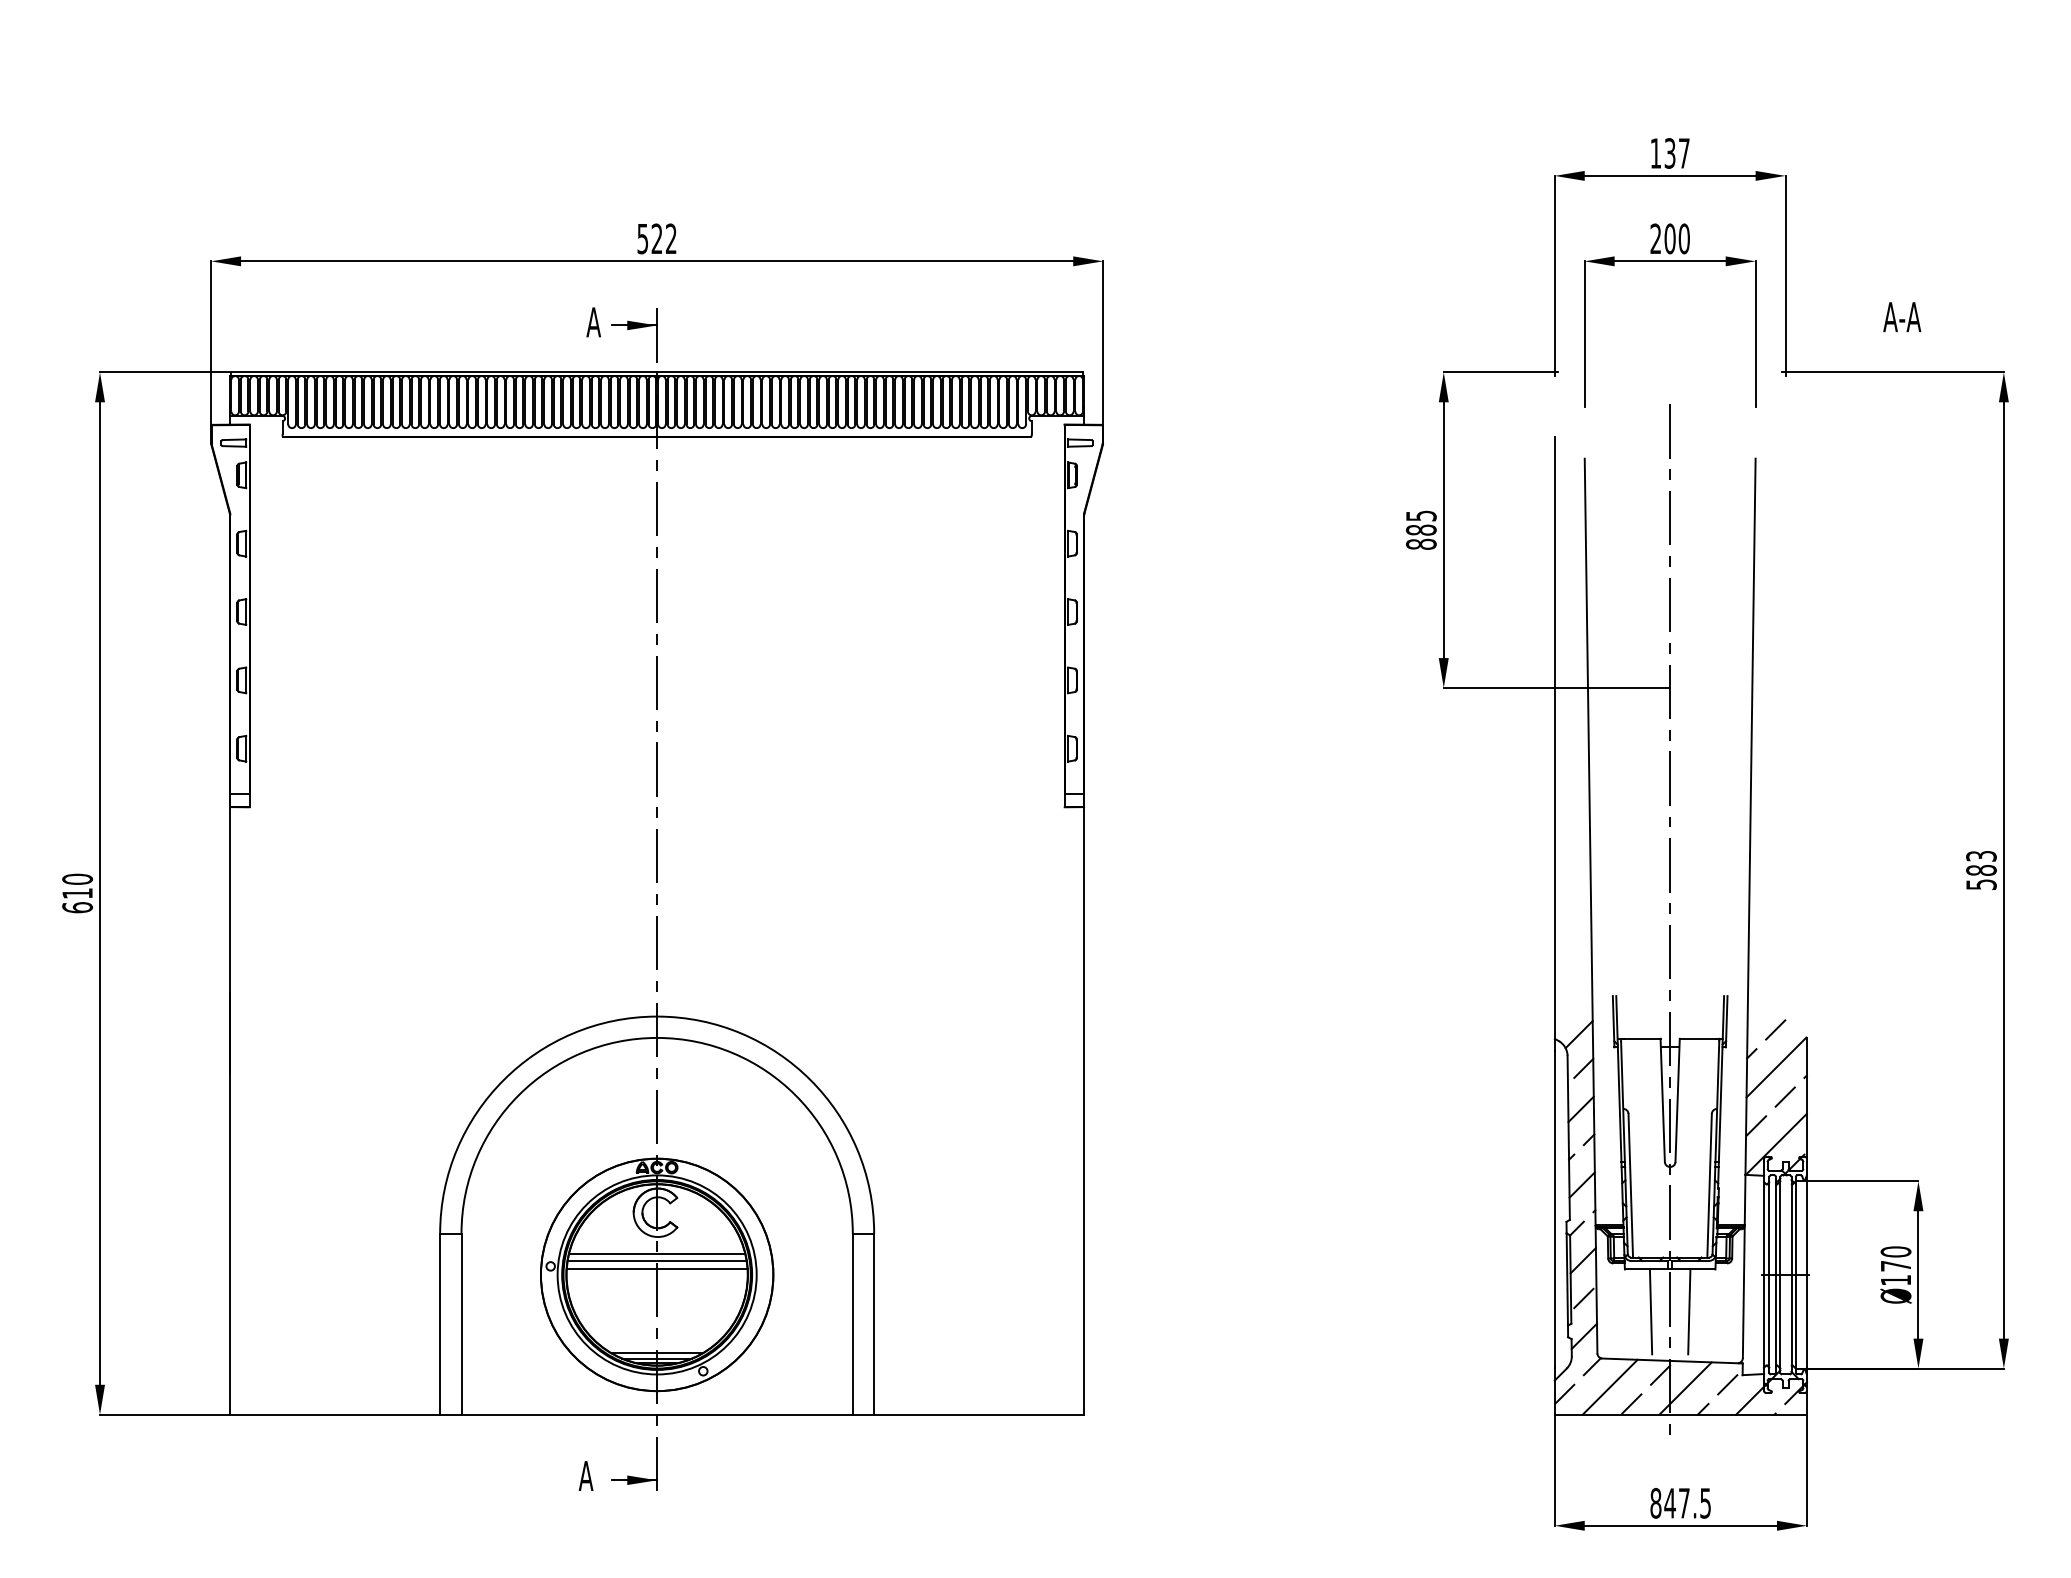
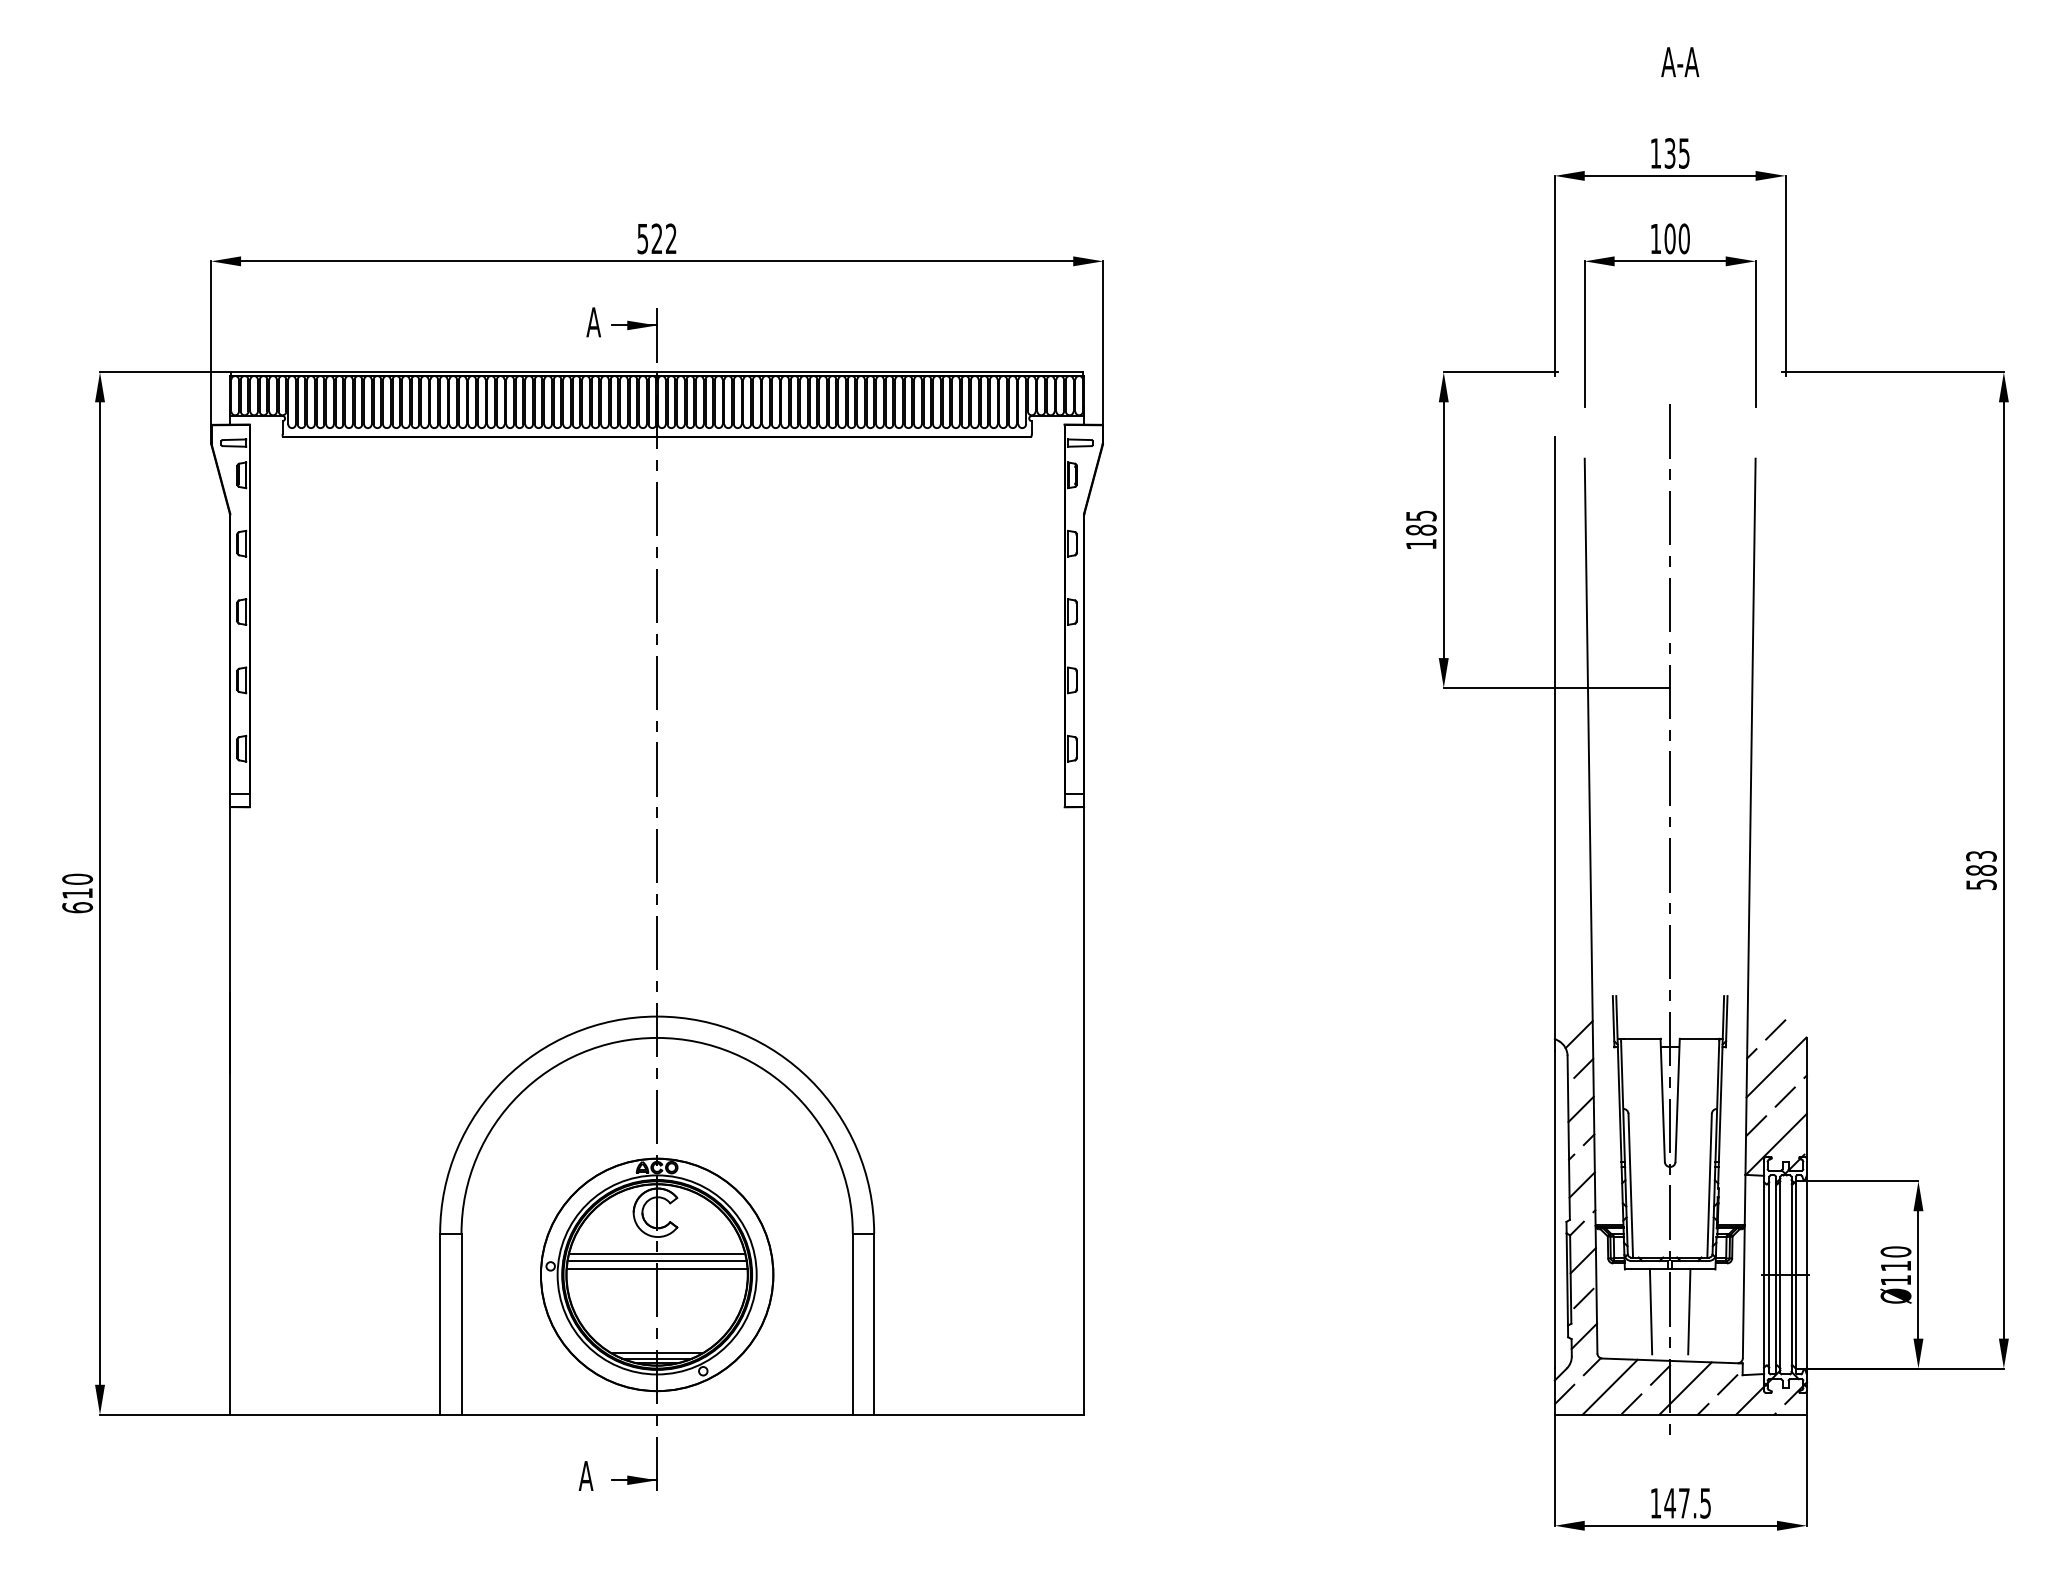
text at (1684, 153): 137 -> 135
text at (1655, 238): 200 -> 100
text at (1902, 317) position: (1902, 317) -> (1680, 62)
text at (1421, 543): 885 -> 185
text at (1895, 1266): Ø170 -> Ø110
text at (1655, 1503): 847.5 -> 147.5
